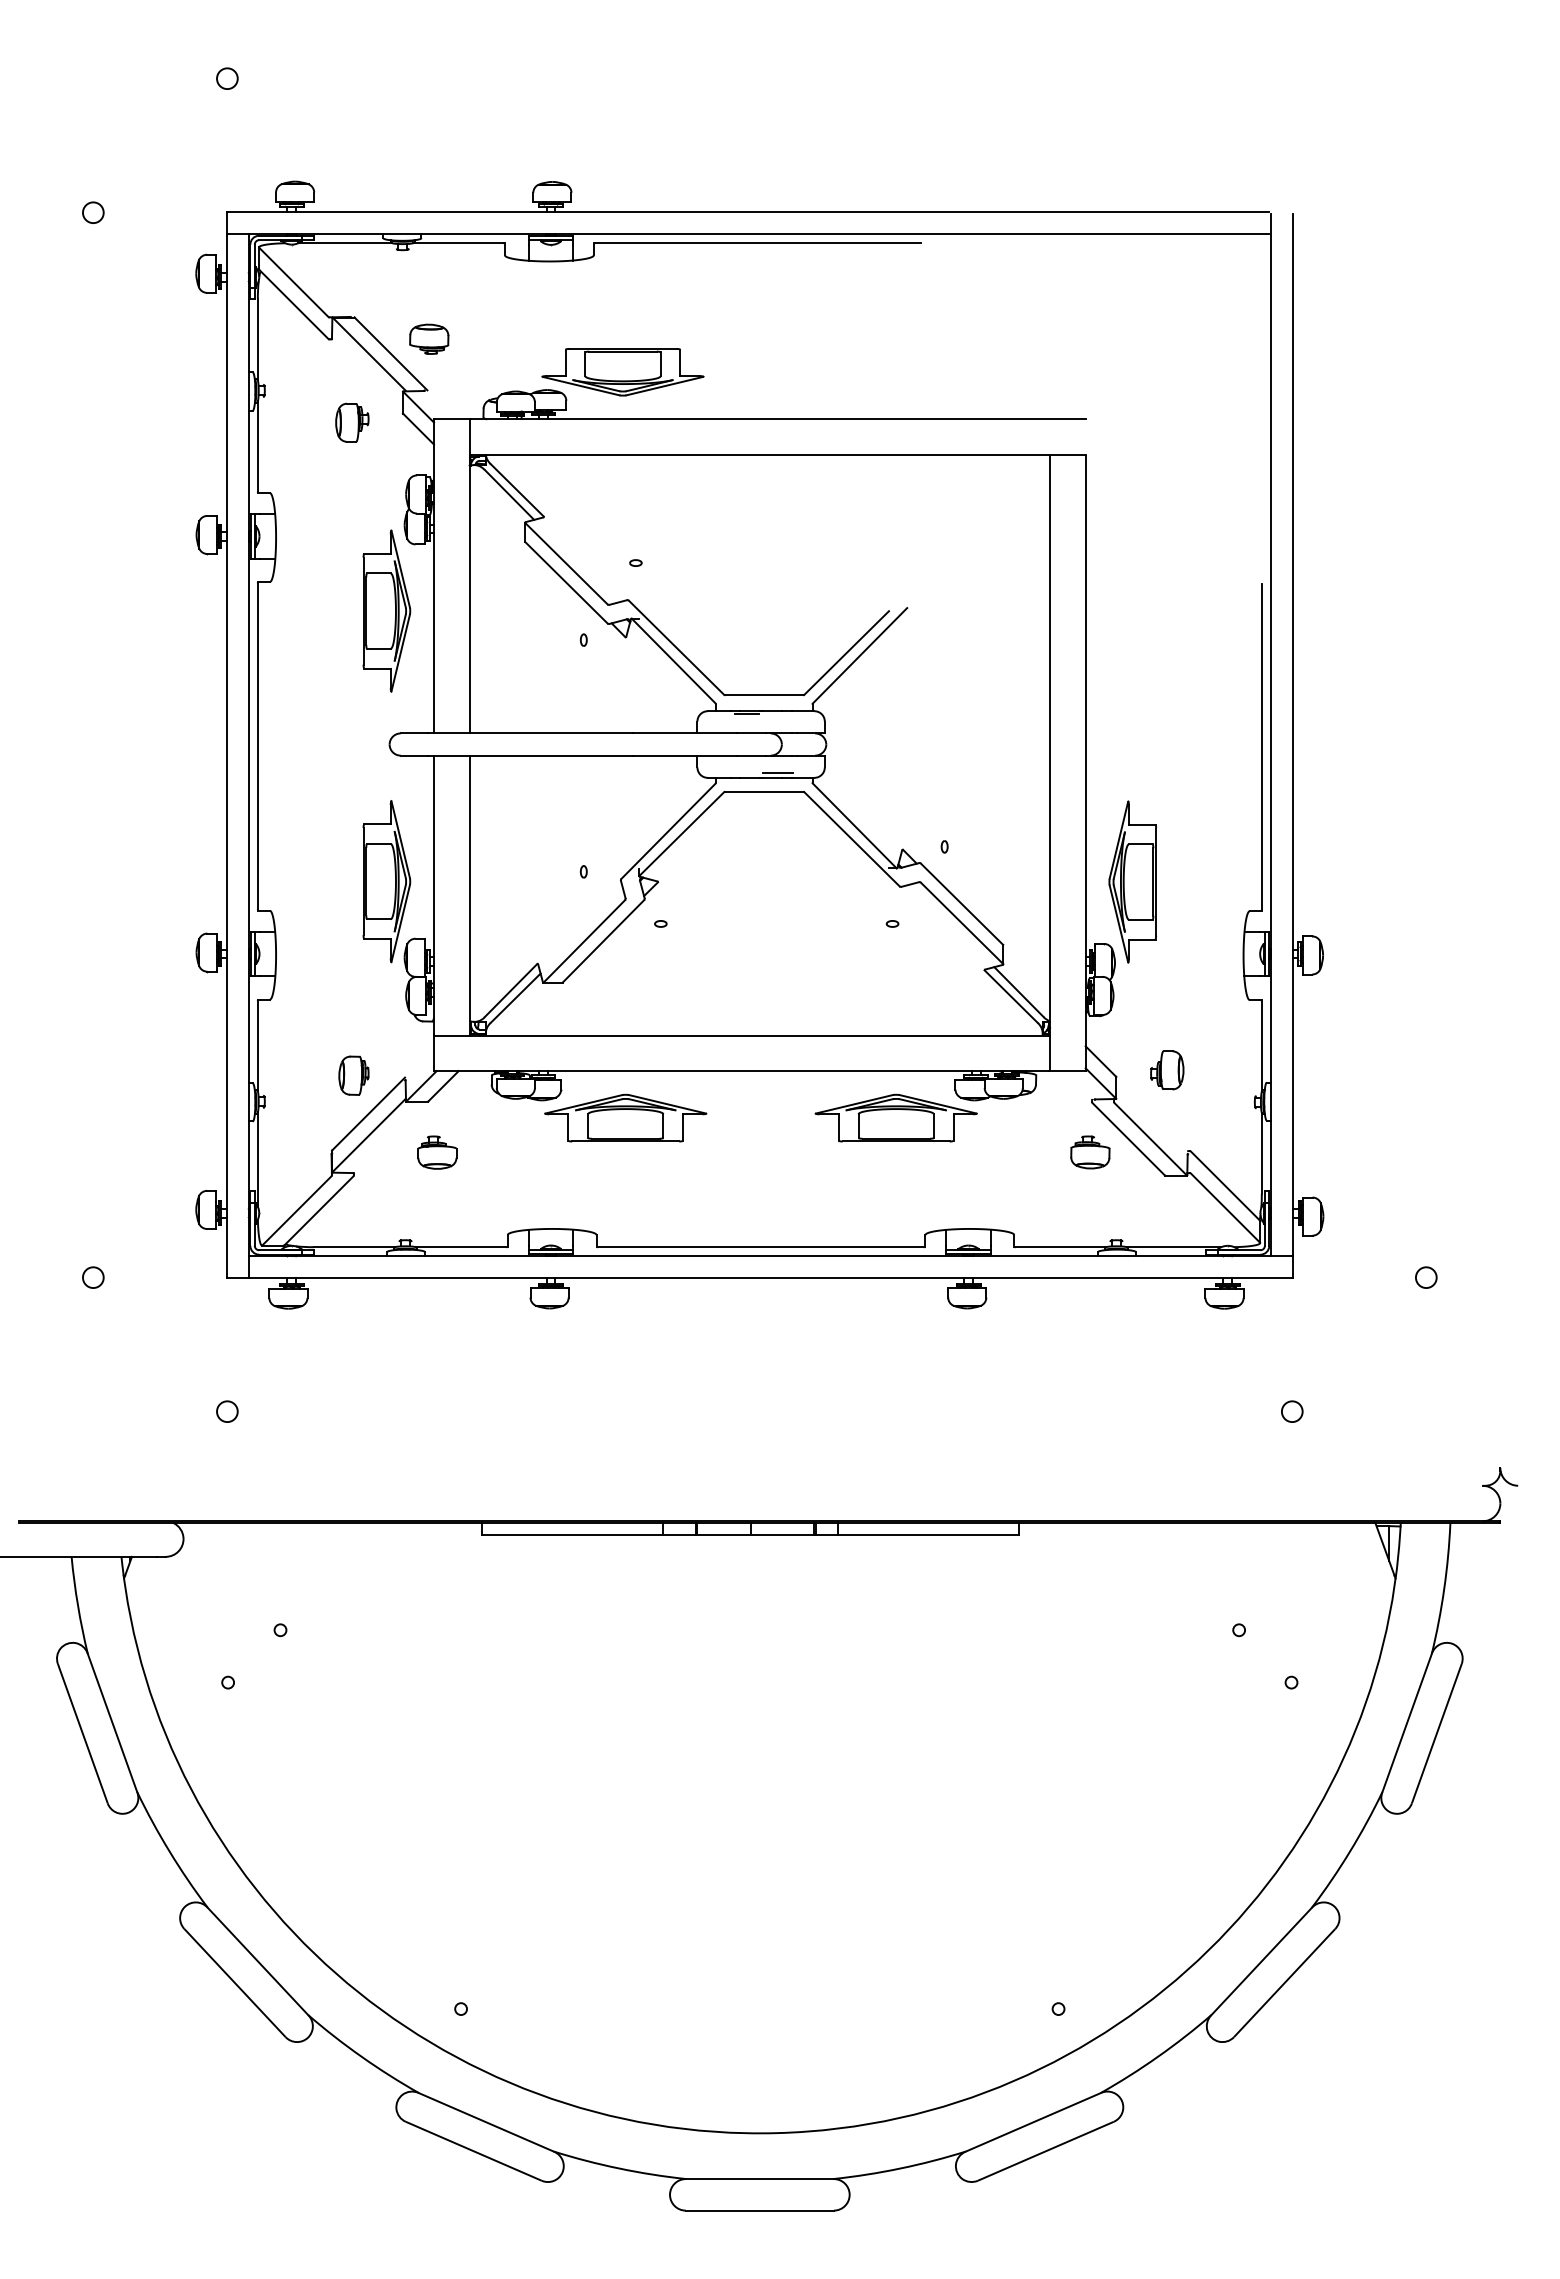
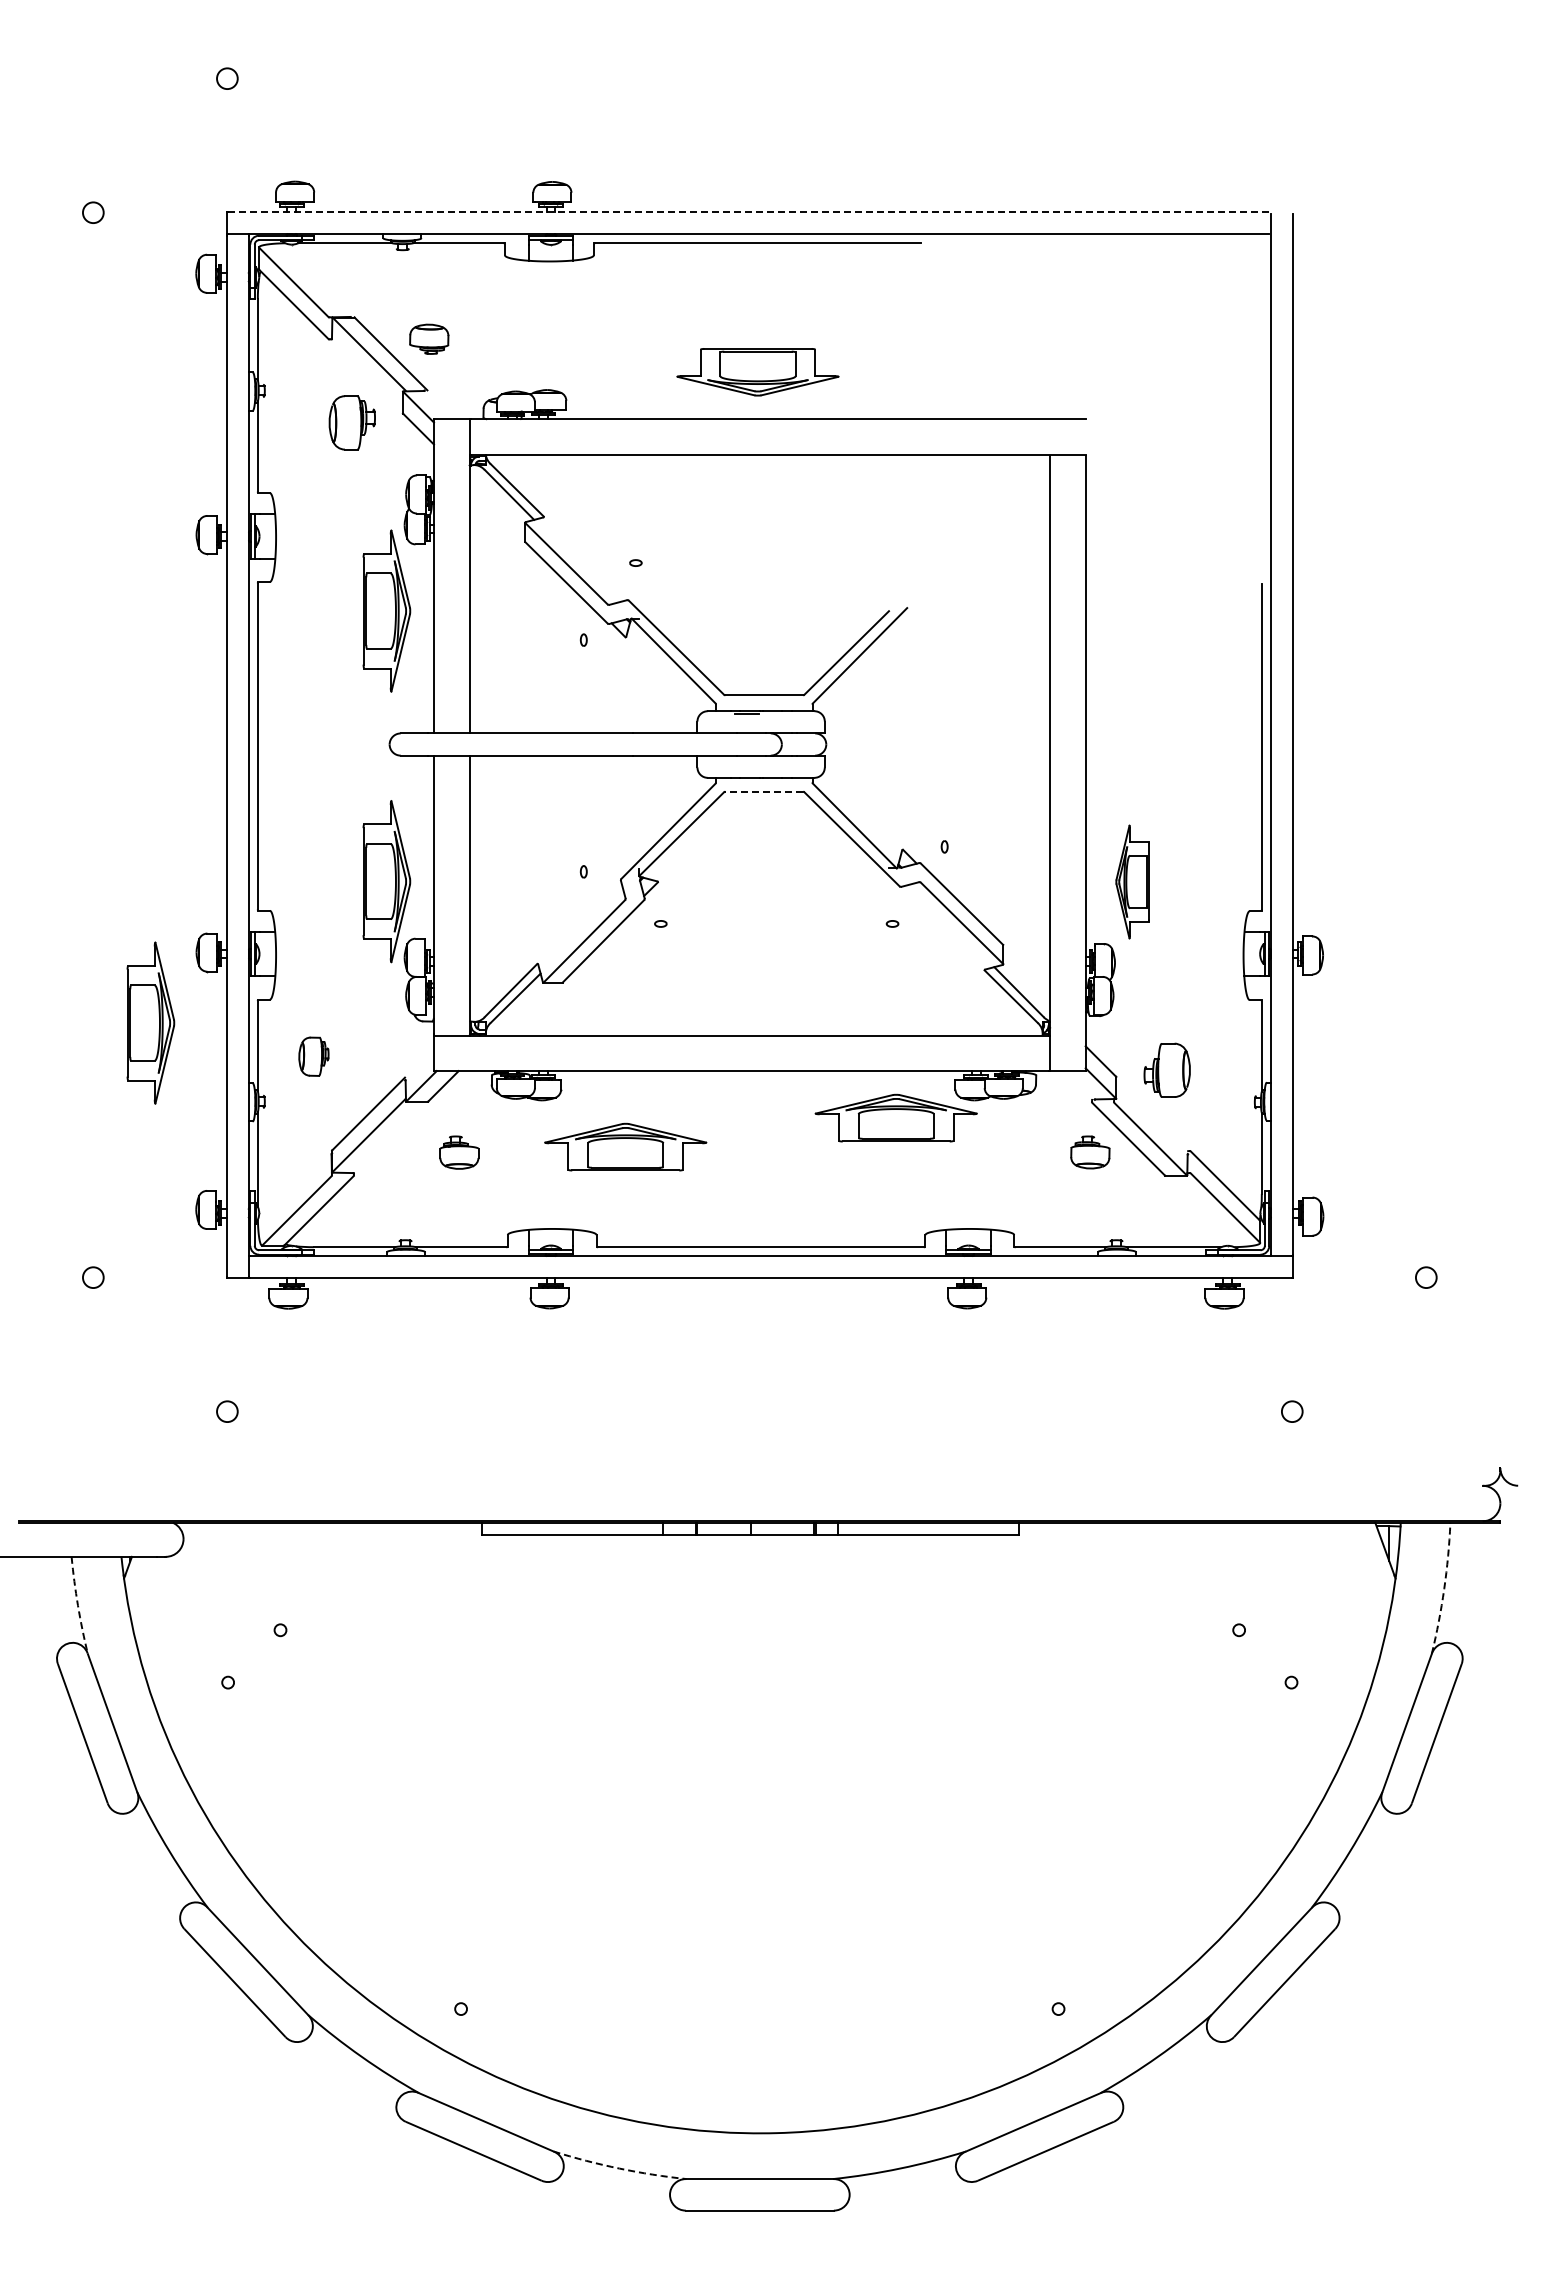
line at (748, 212): solid -> dashed
part at (622, 372) position: (622, 372) -> (757, 372)
part at (352, 422) size: 35x41 px -> 48x56 px
line at (777, 772): present -> none
line at (764, 791): solid -> dashed
part at (1132, 881) size: 49x164 px -> 35x116 px
part at (150, 1022): none -> present
part at (1167, 1070) size: 35x41 px -> 48x56 px
part at (353, 1075) position: (353, 1075) -> (313, 1056)
part at (625, 1117) position: (625, 1117) -> (625, 1146)
part at (437, 1152) position: (437, 1152) -> (459, 1152)
arc at (1444, 1588): solid -> dashed
arc at (78, 1605): solid -> dashed
arc at (619, 2168): solid -> dashed
